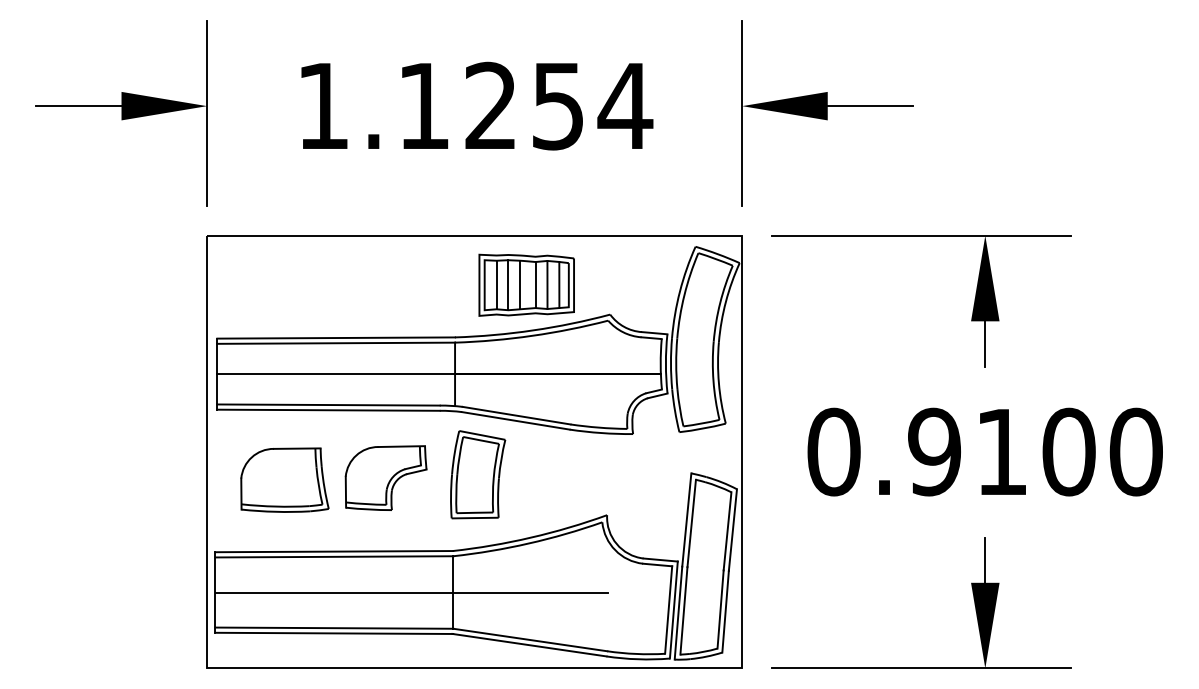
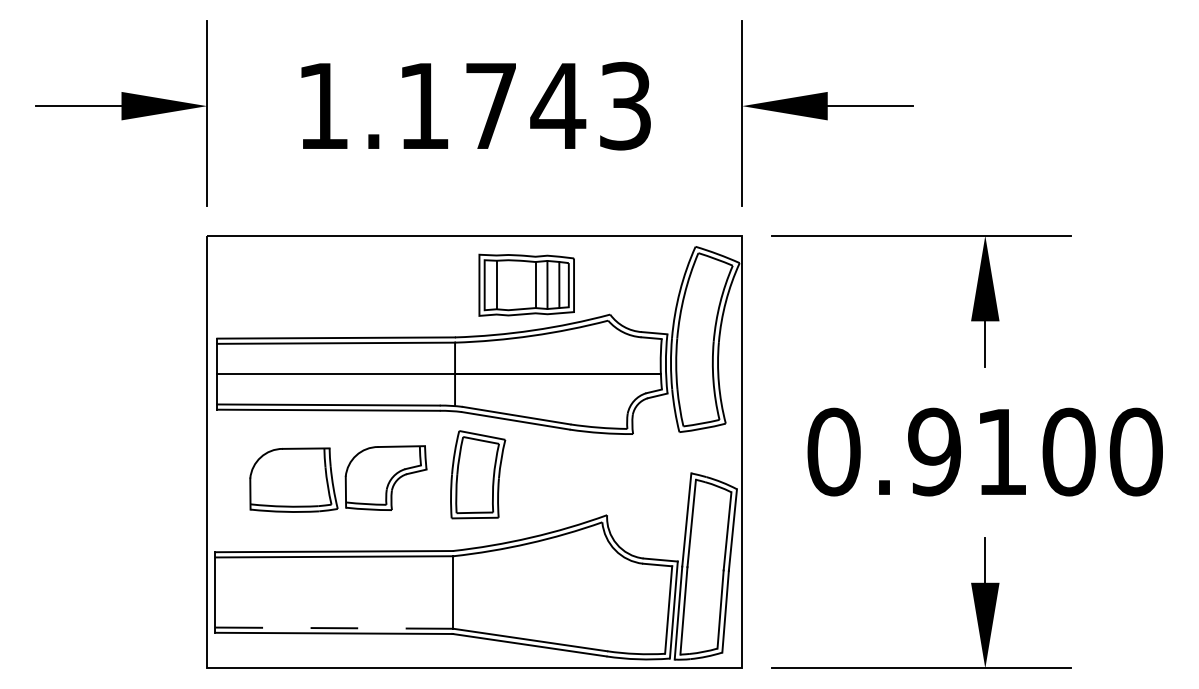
text at (559, 105): 1.1254 -> 1.1743
line at (520, 284): present -> none
line at (508, 285): present -> none
part at (284, 479) position: (284, 479) -> (293, 479)
line at (411, 592): present -> none
line at (334, 628): solid -> dashed
